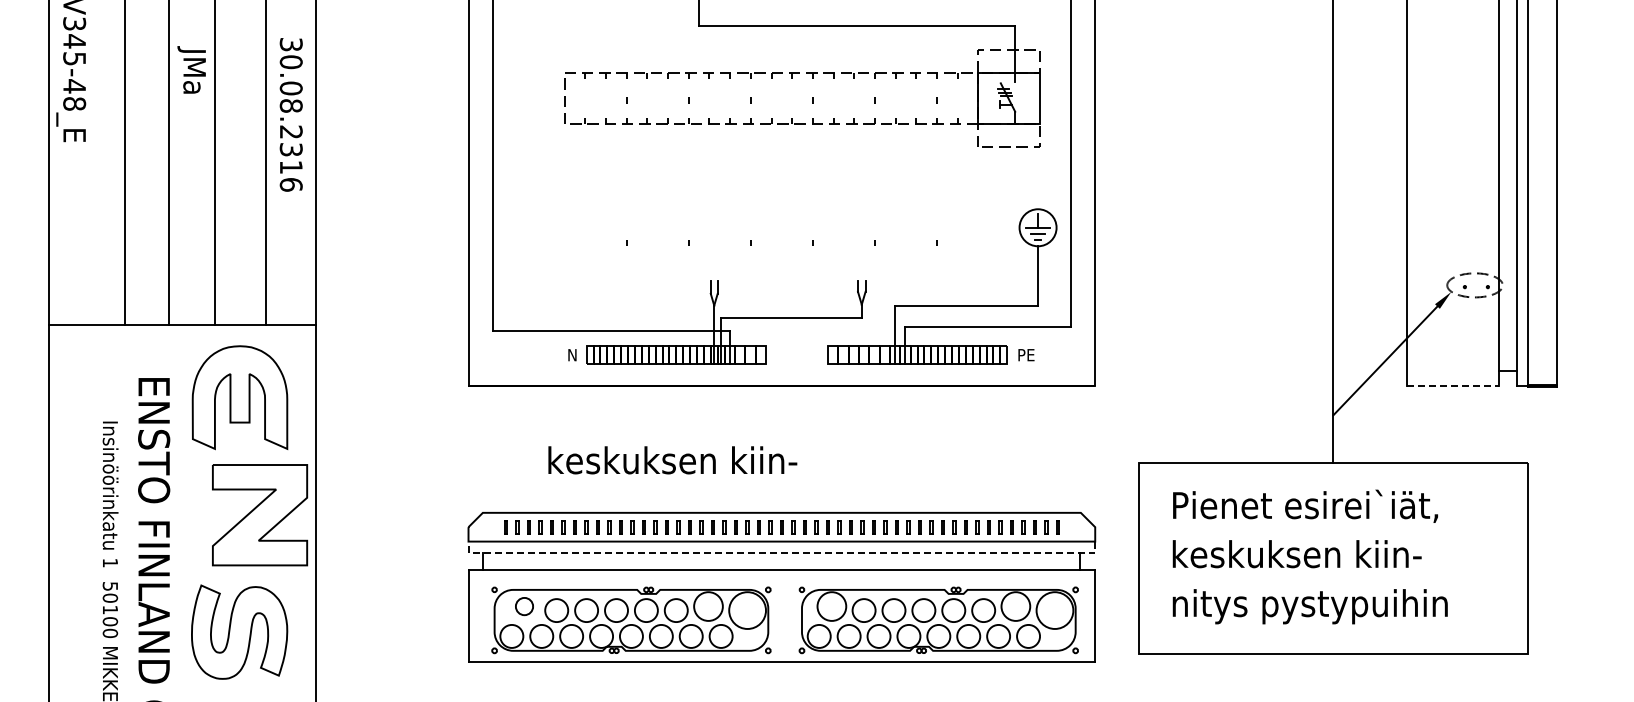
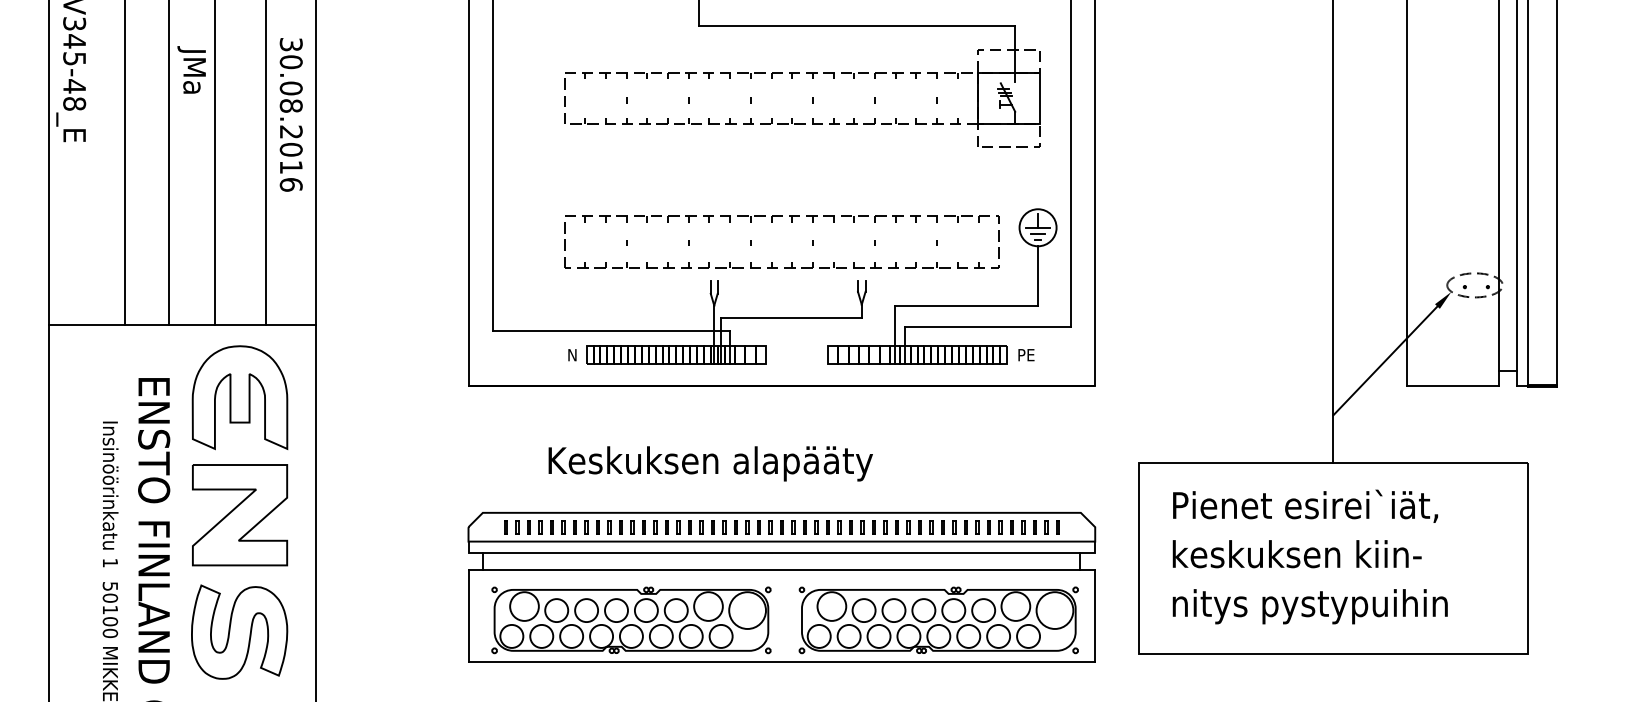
text at (290, 149): 30.08.2316 -> 30.08.2016
part at (772, 222): none -> present
line at (1453, 386): dashed -> solid
text at (710, 463): keskuksen kiin- -> Keskuksen alapääty
part at (260, 515) position: (260, 515) -> (240, 515)
line at (781, 553): dashed -> solid
circle at (524, 606) diameter: 17 px -> 29 px
